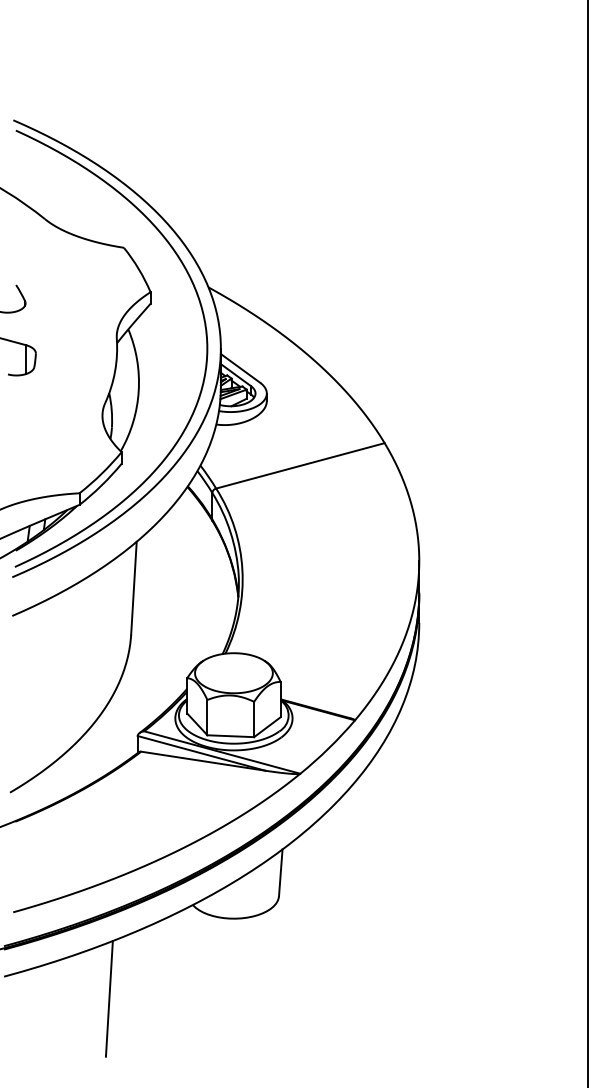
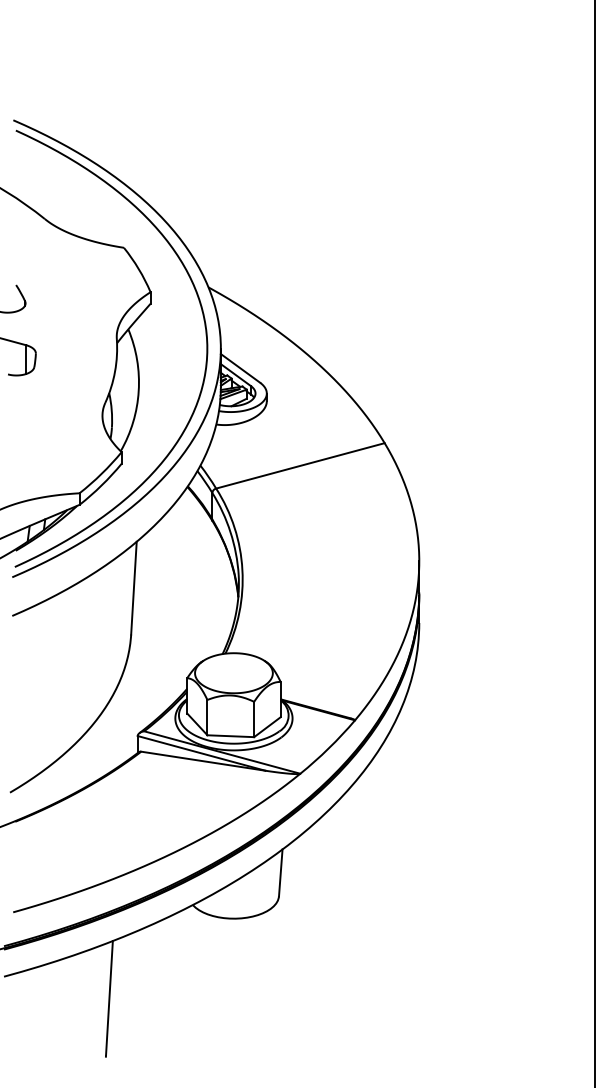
line at (587, 543) position: (587, 543) -> (594, 543)
